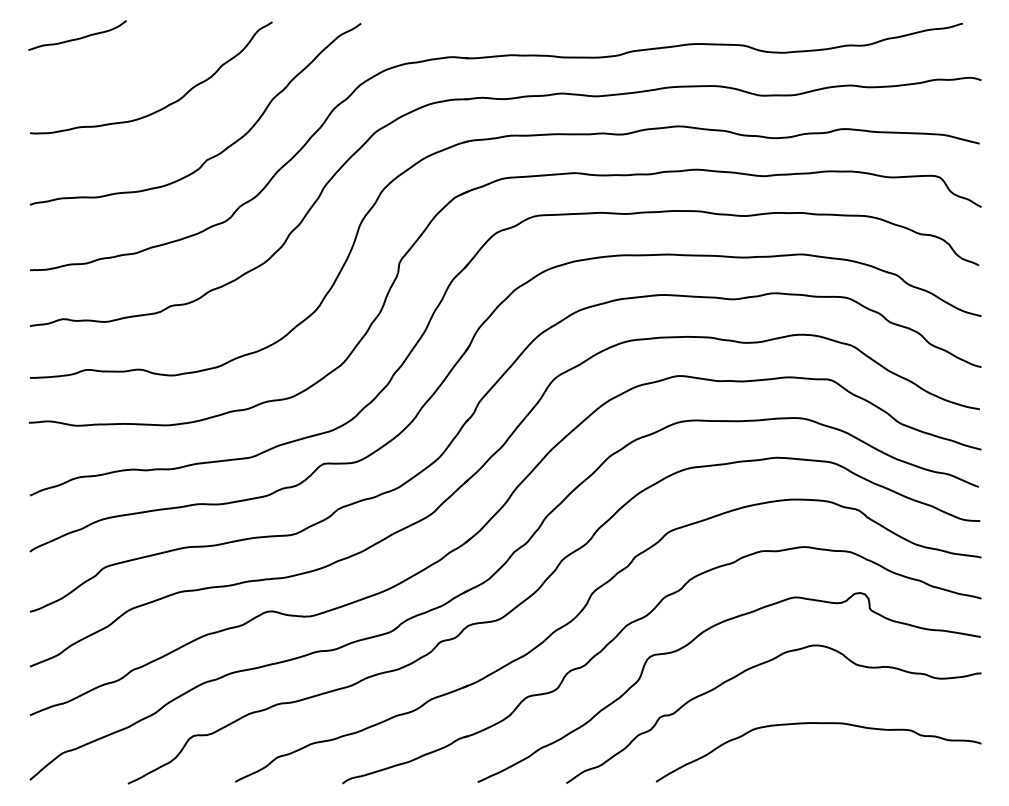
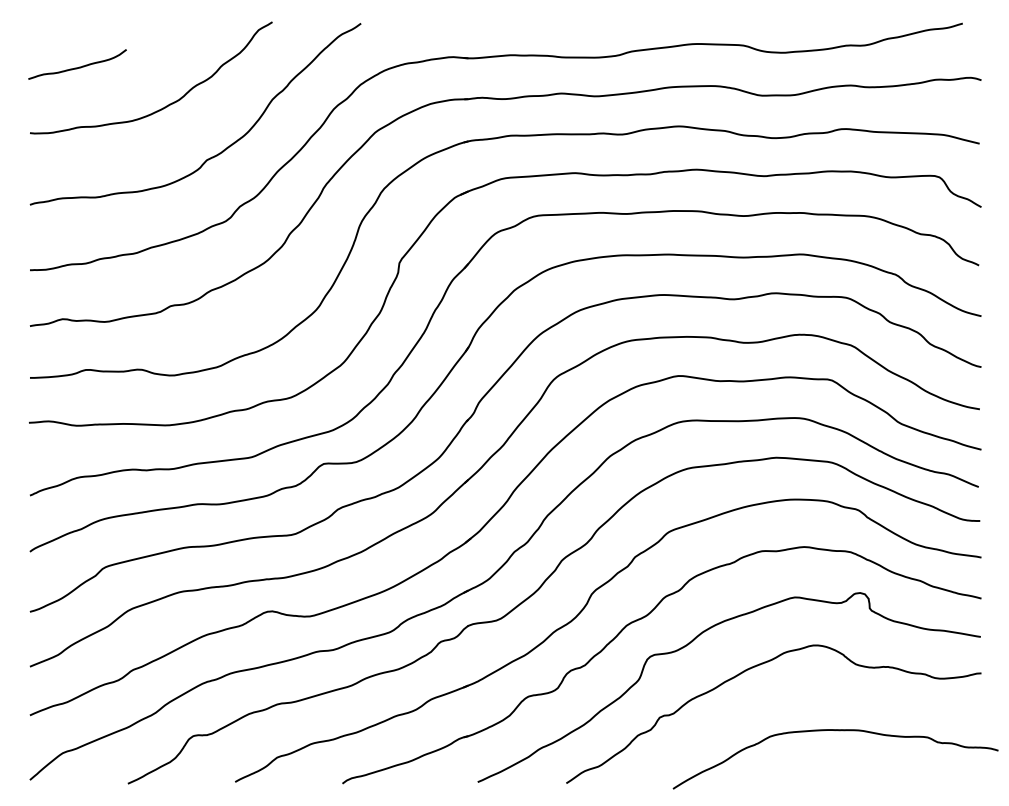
curve at (79, 37) position: (79, 37) -> (79, 66)
curve at (821, 724) position: (821, 724) -> (838, 731)
